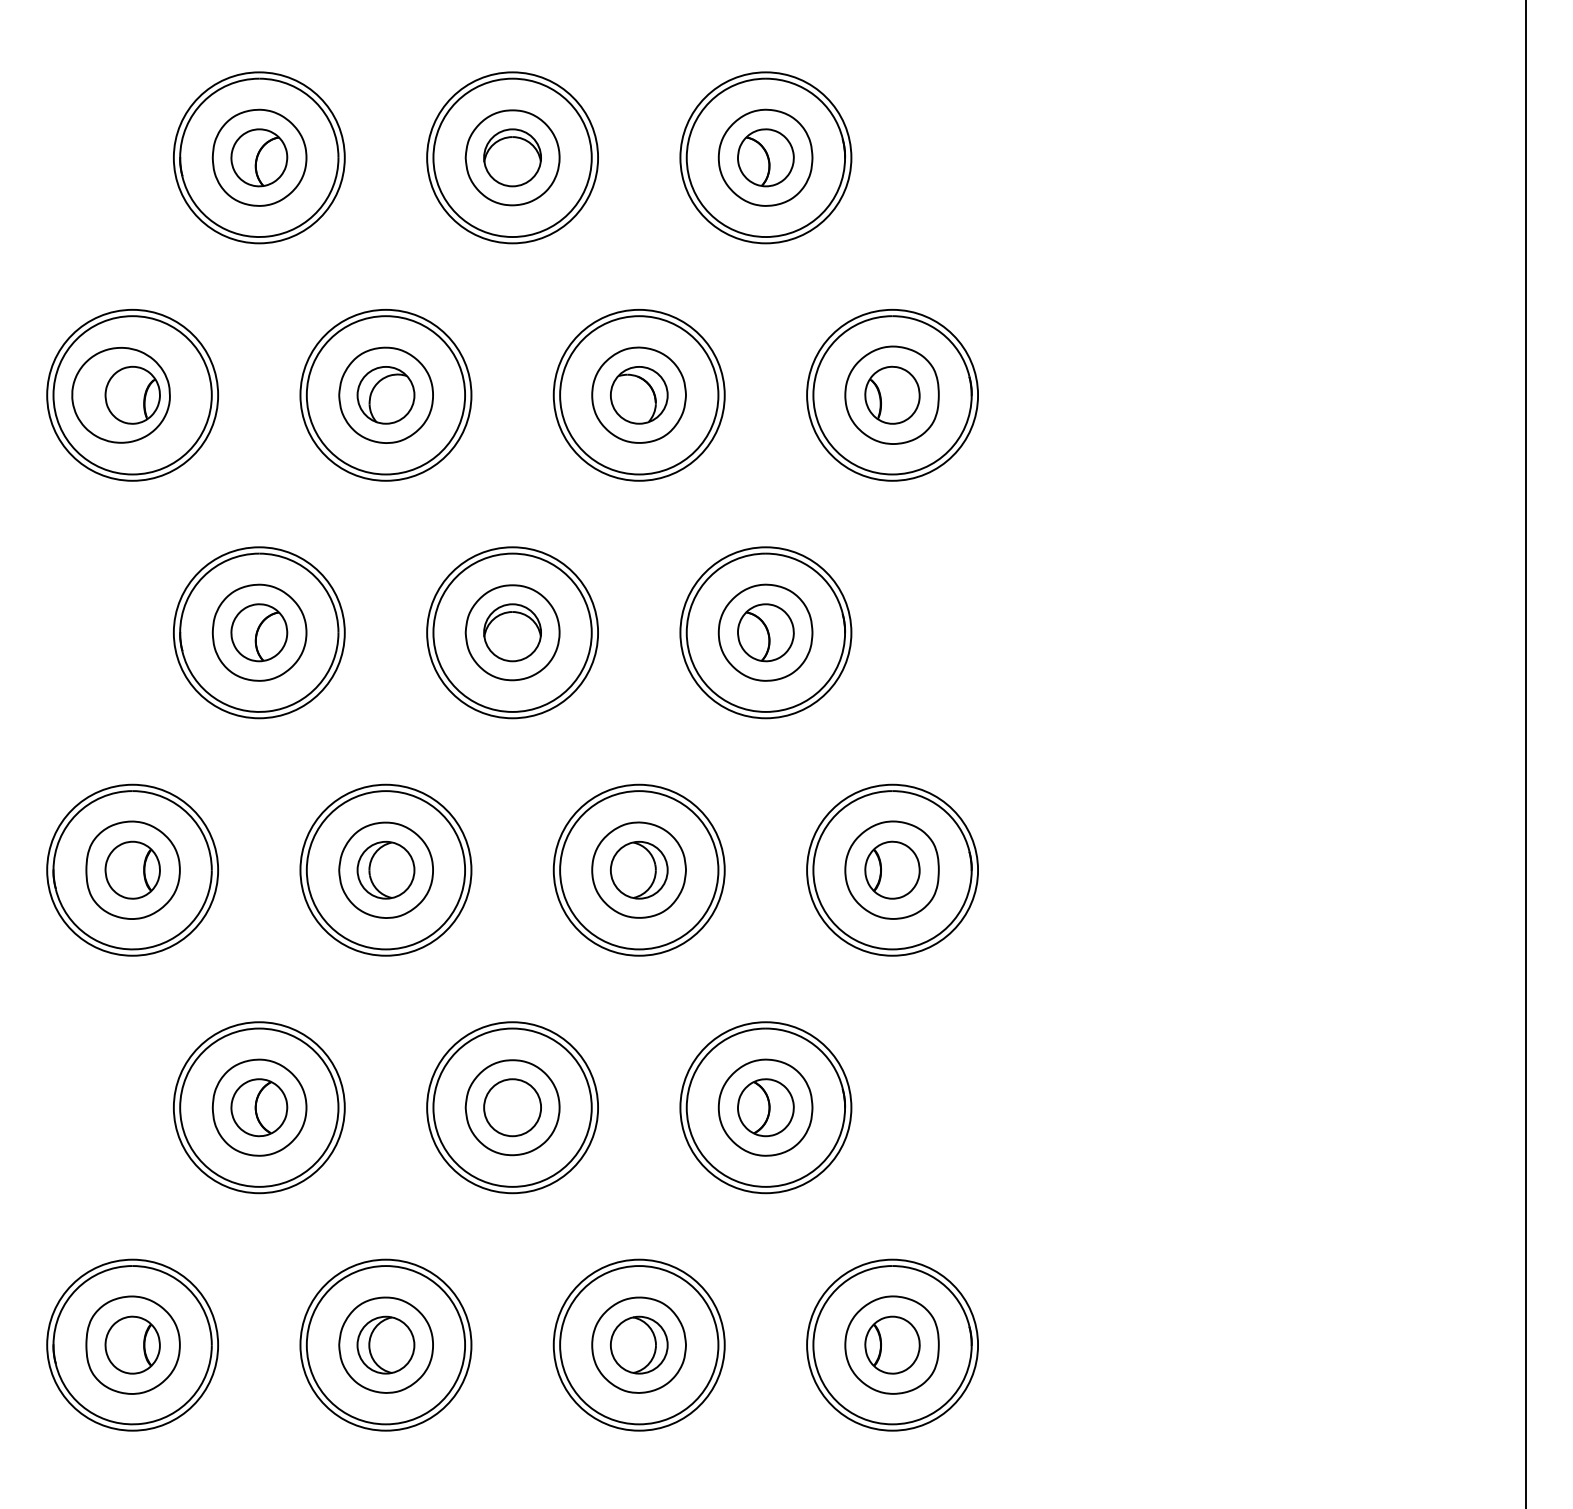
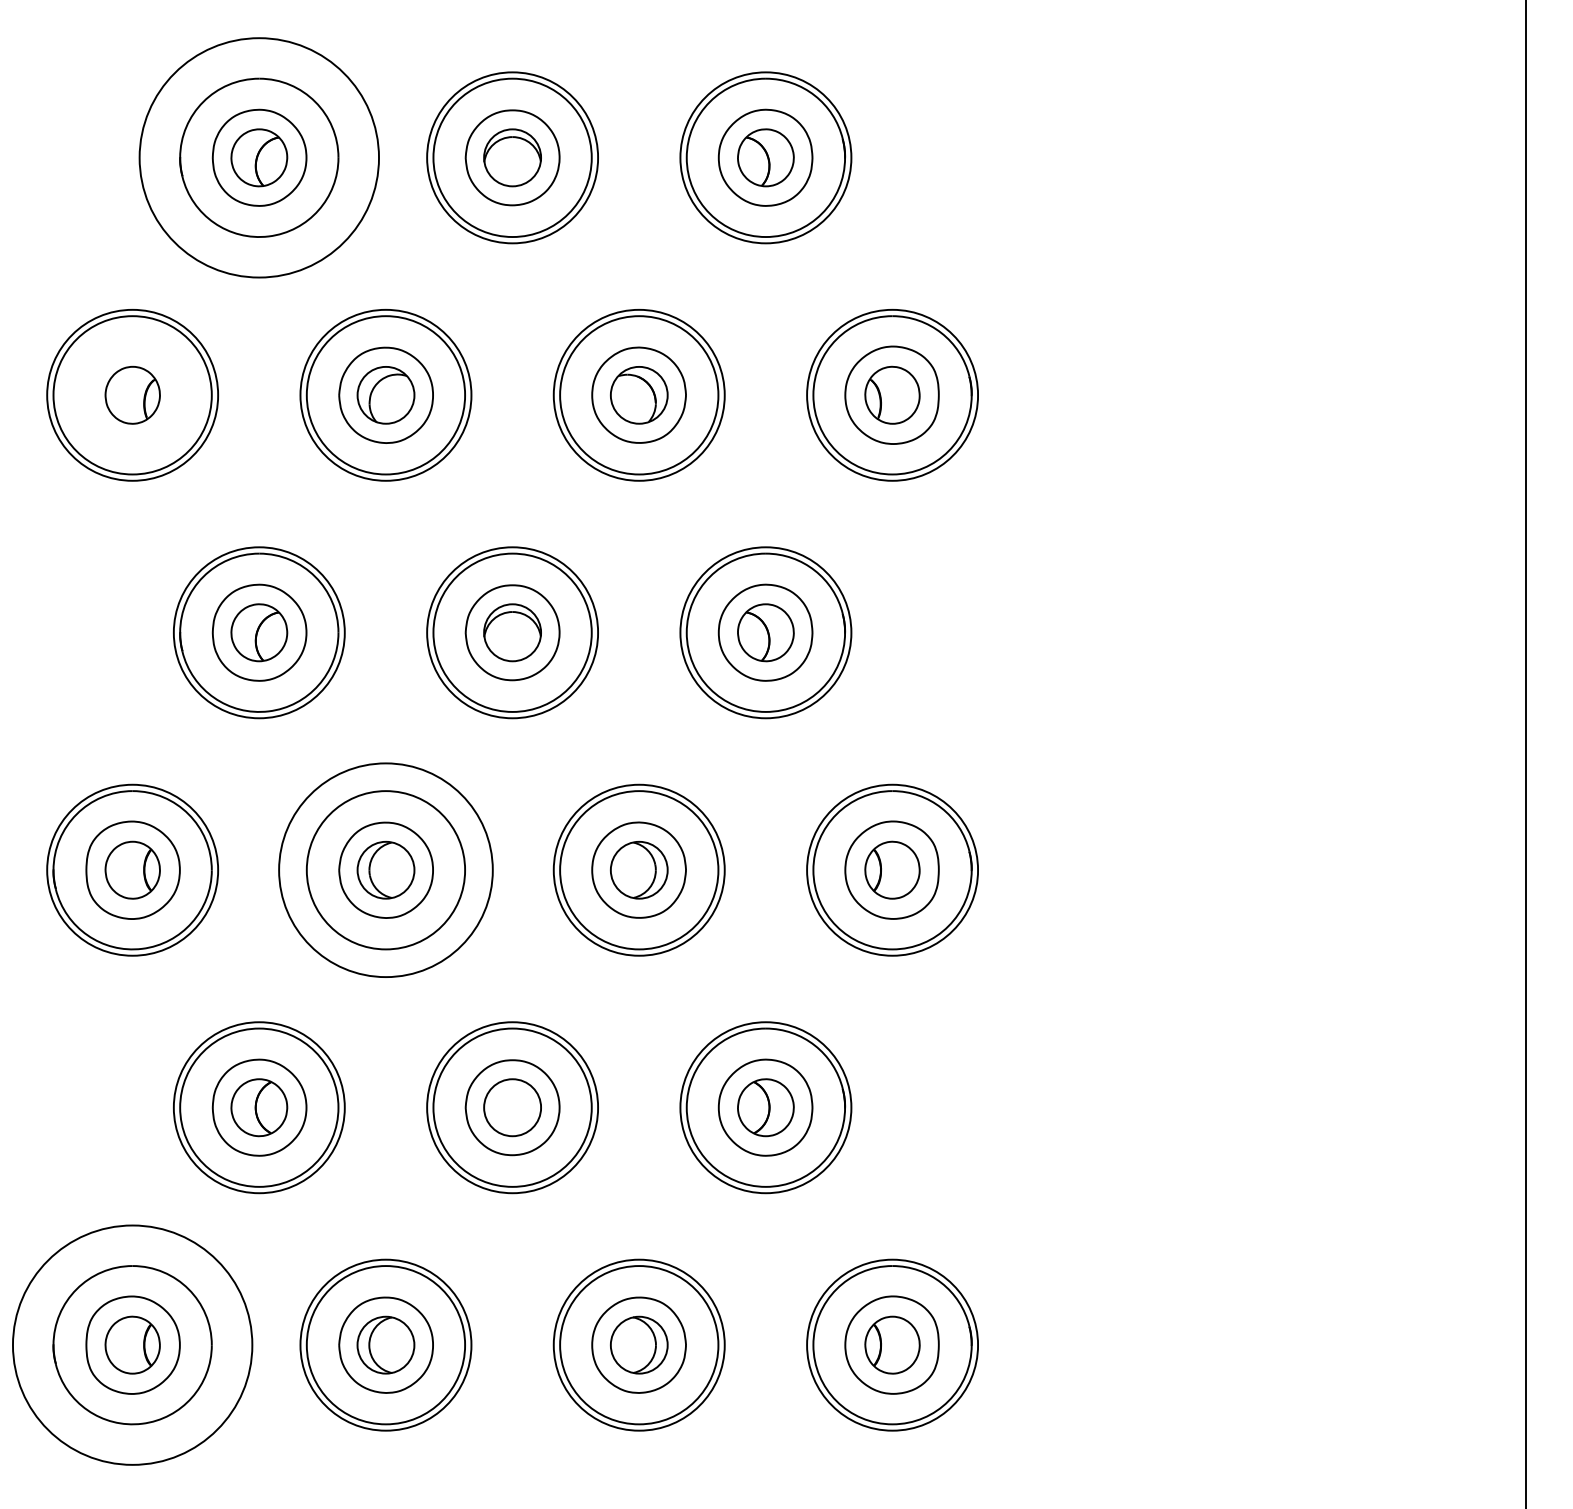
circle at (258, 157) diameter: 171 px -> 239 px
part at (120, 395): present -> none
circle at (385, 869) diameter: 171 px -> 214 px
circle at (132, 1344) diameter: 171 px -> 239 px
